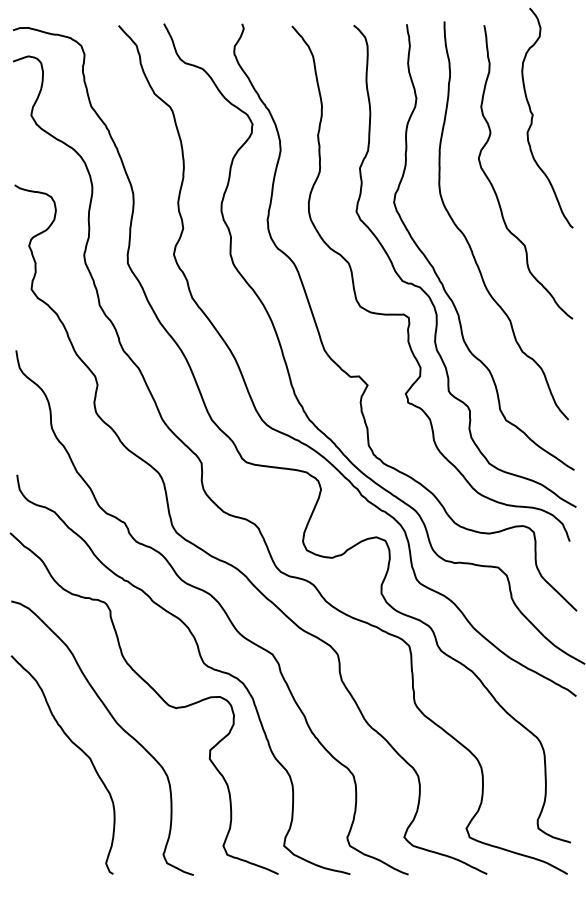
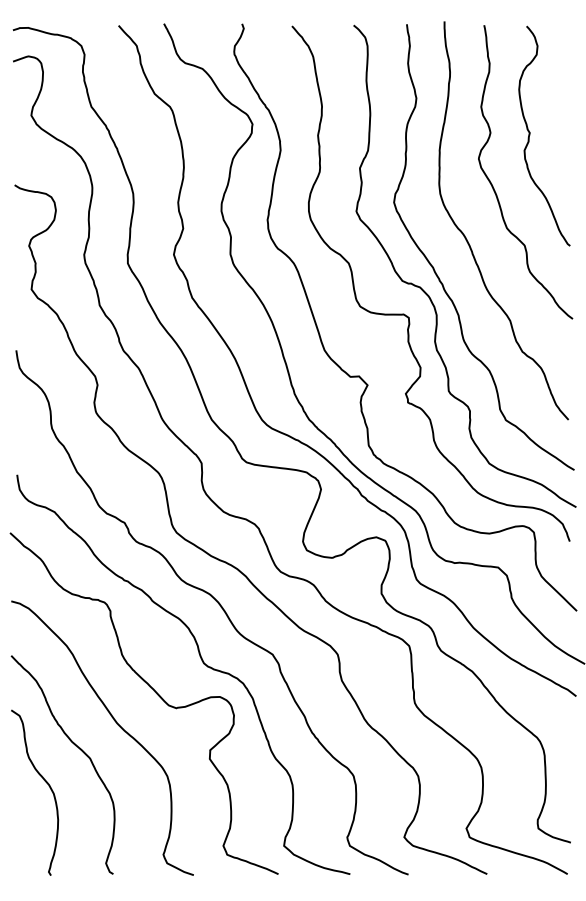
curve at (533, 117) position: (533, 117) -> (530, 135)
curve at (45, 782): none -> present
